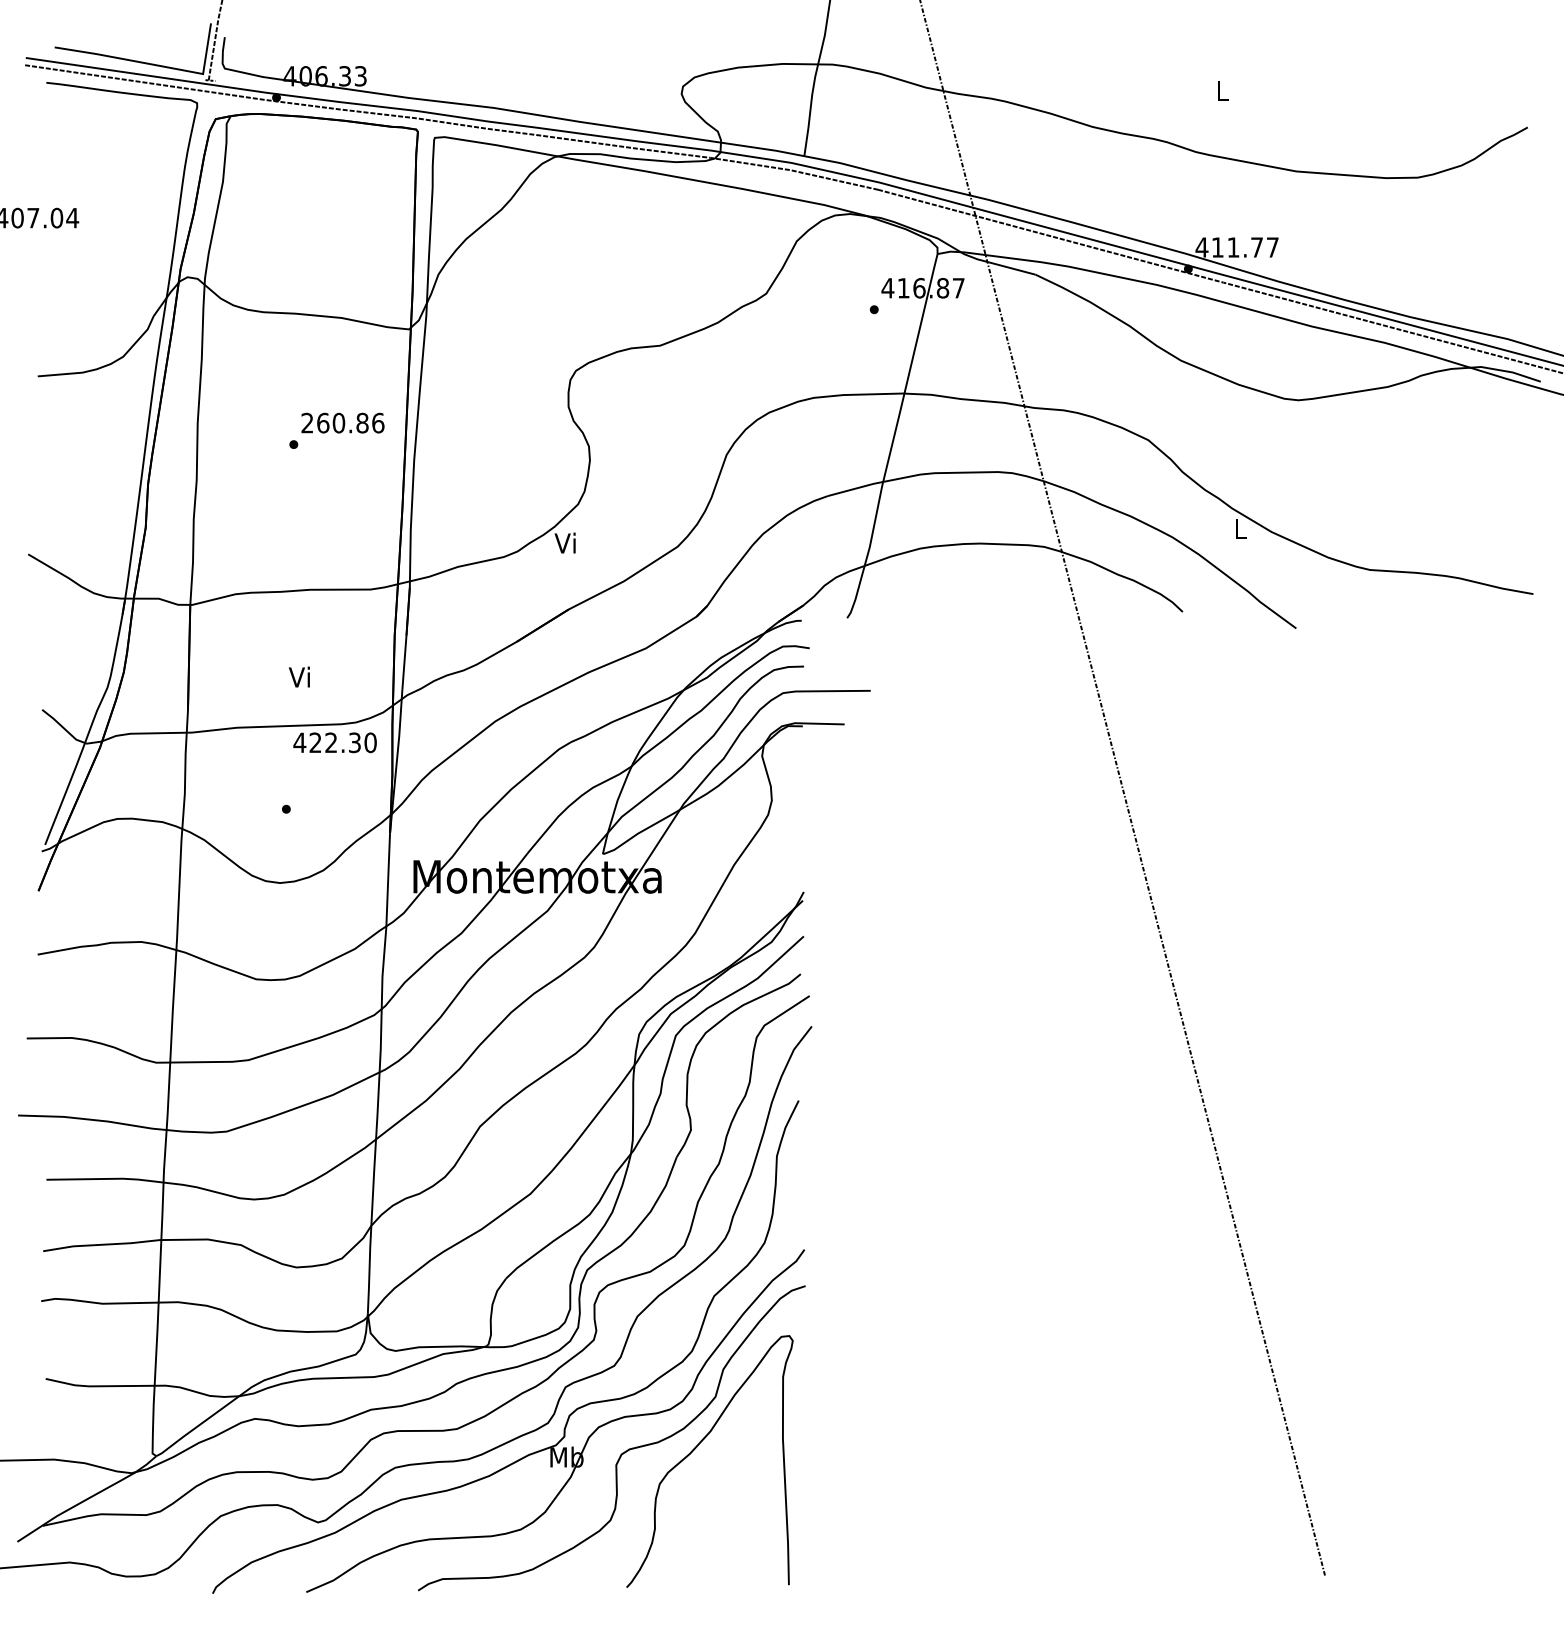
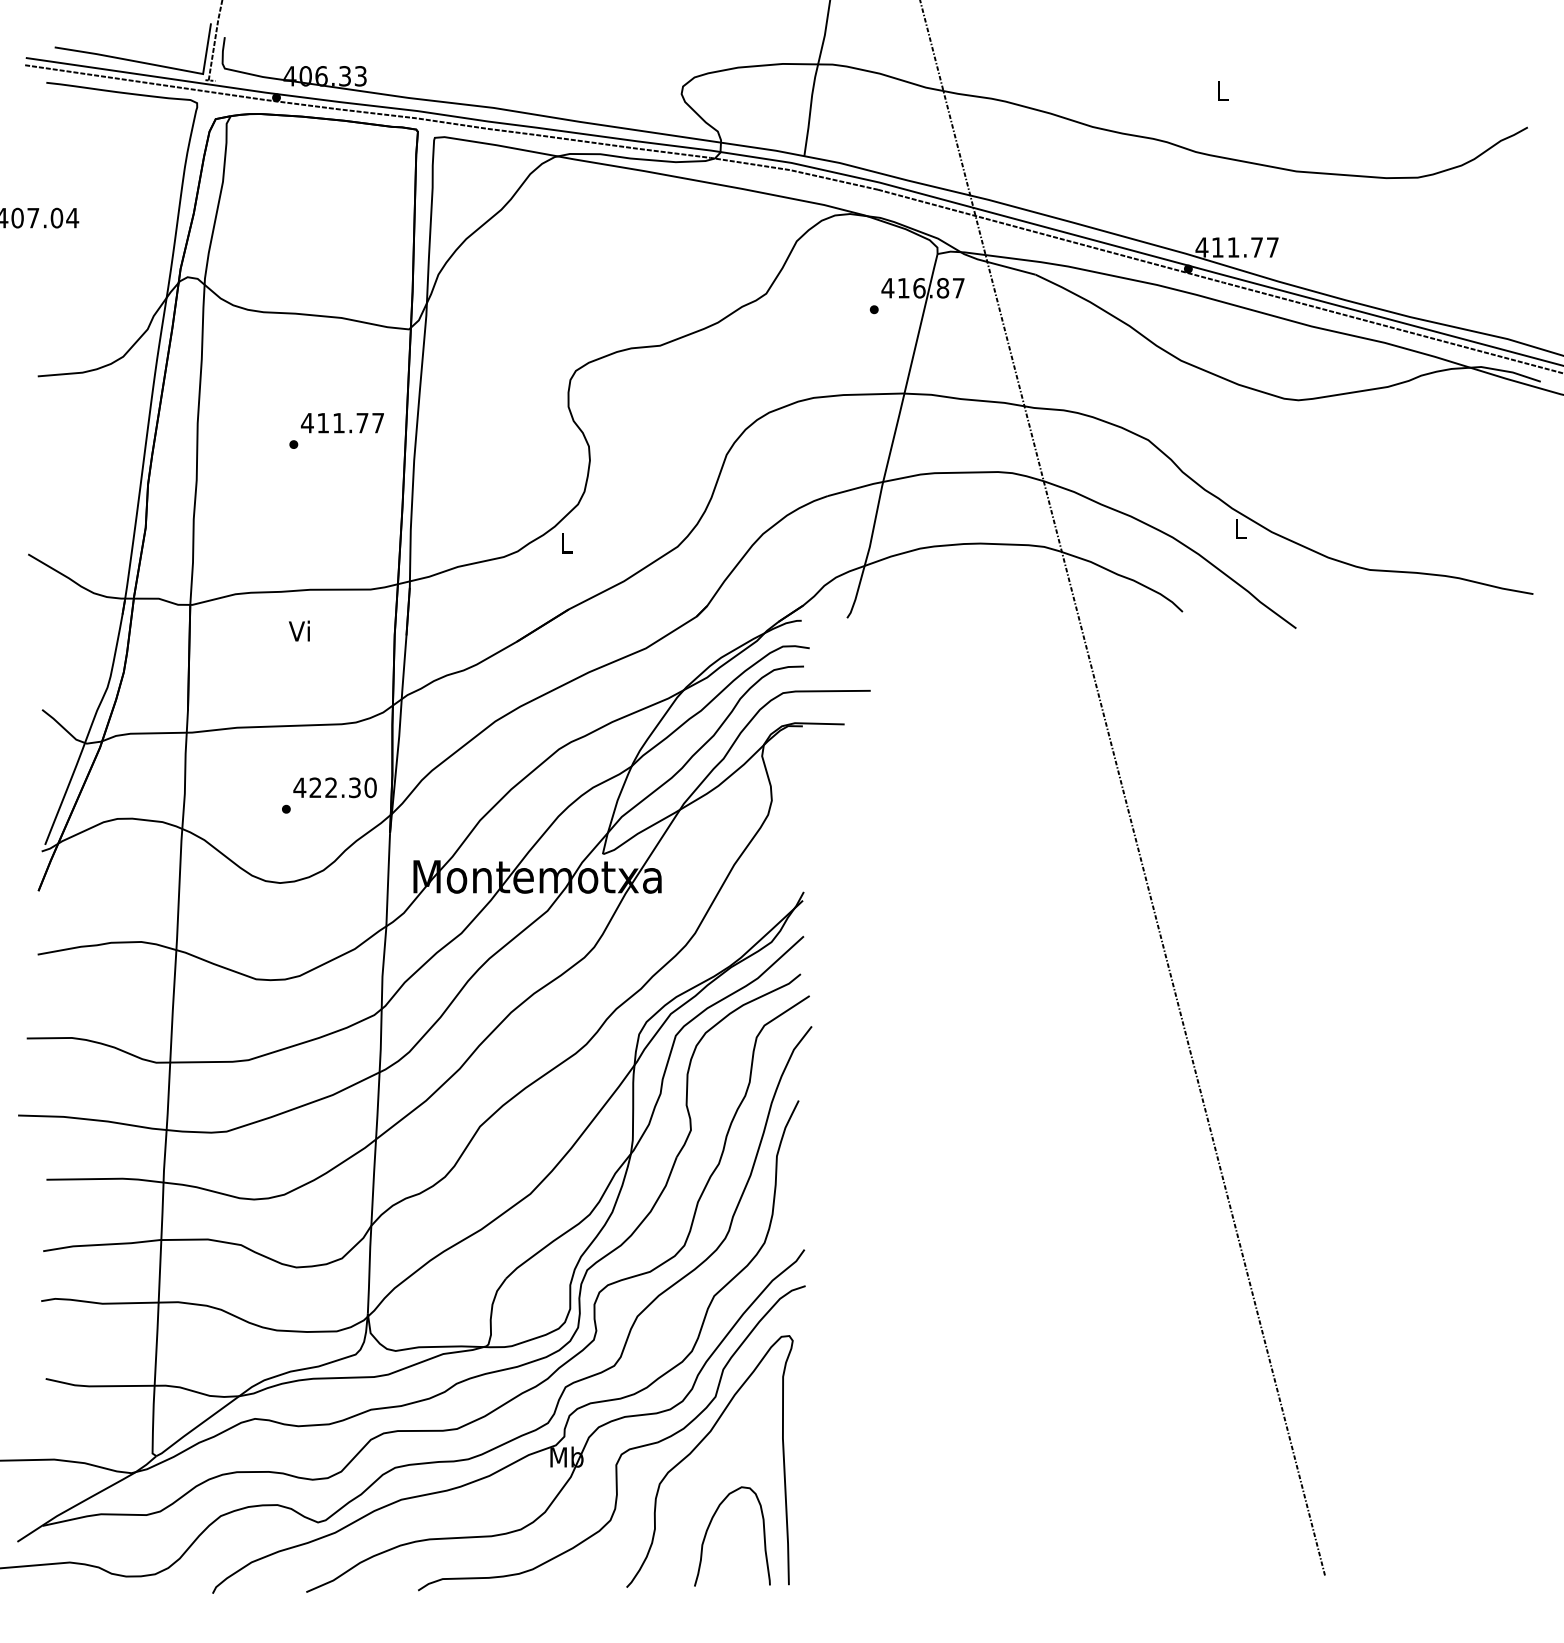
text at (342, 422): 260.86 -> 411.77
text at (564, 542): Vi -> L
text at (298, 676) position: (298, 676) -> (298, 630)
text at (334, 742) position: (334, 742) -> (334, 787)
curve at (710, 1525): none -> present
